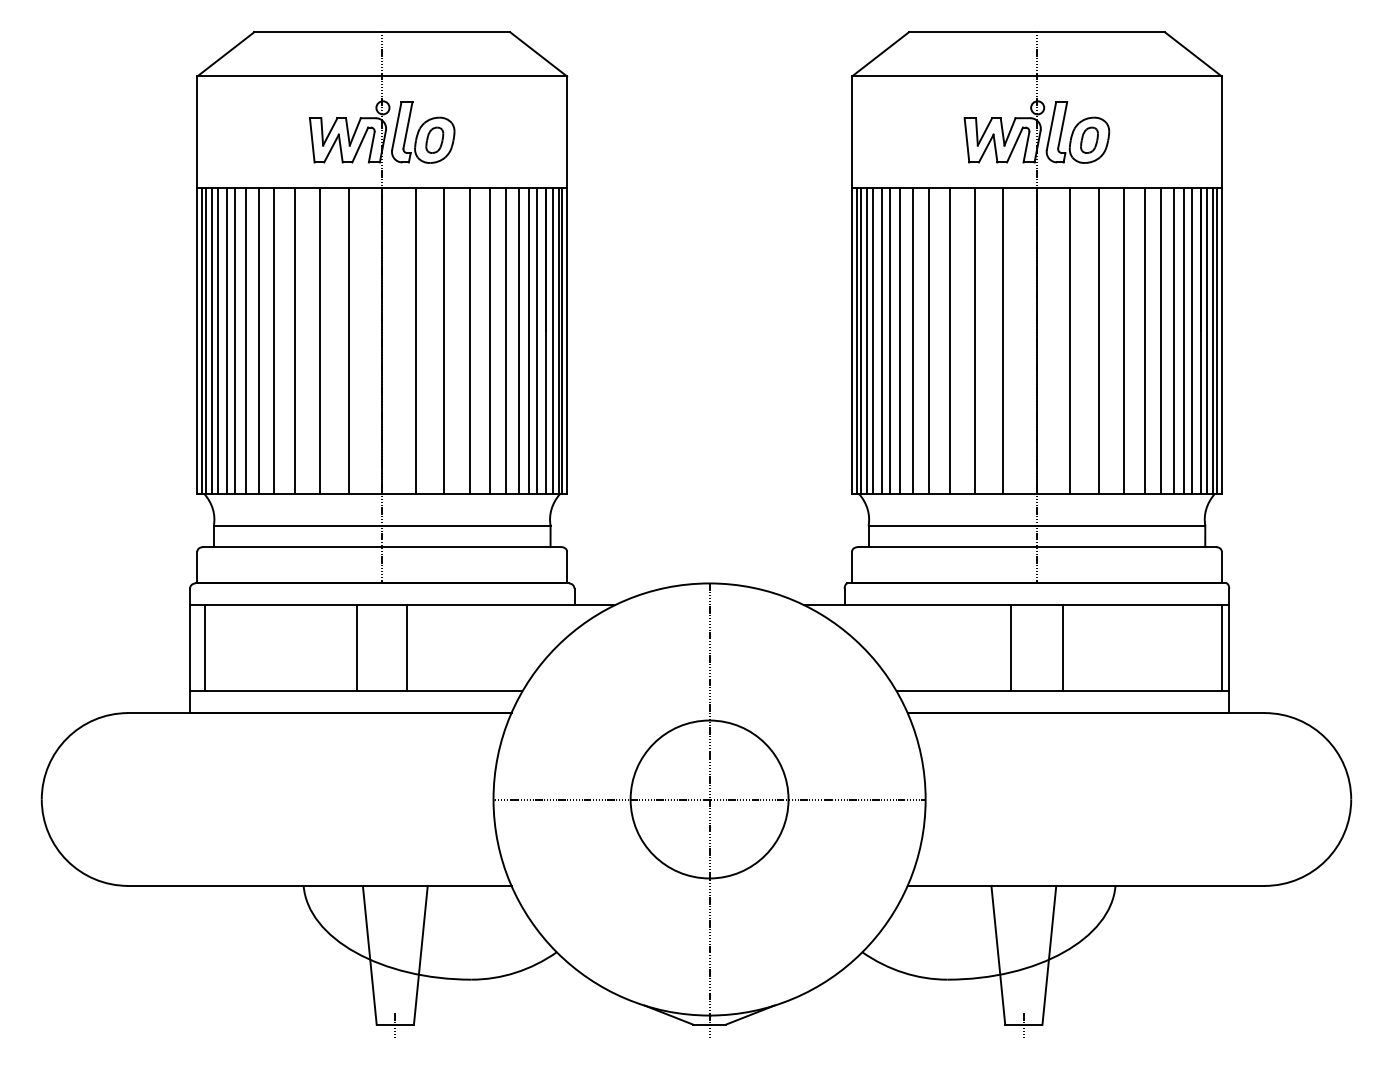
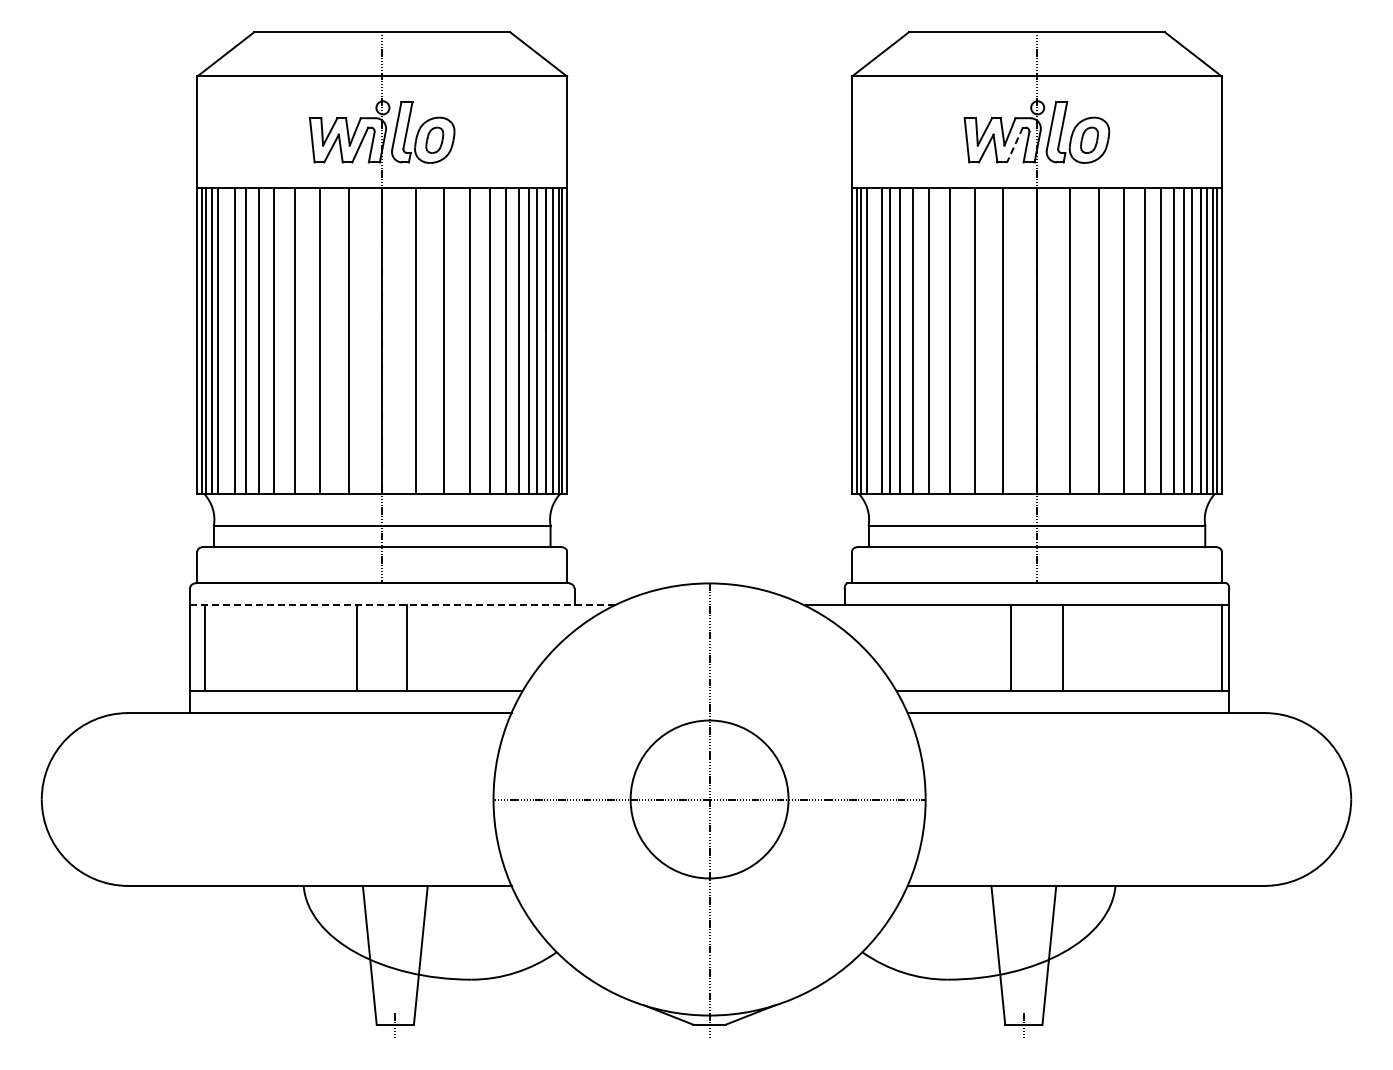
line at (1014, 145): solid -> dashed
line at (227, 341): present -> none
line at (873, 341): present -> none
line at (402, 605): solid -> dashed
